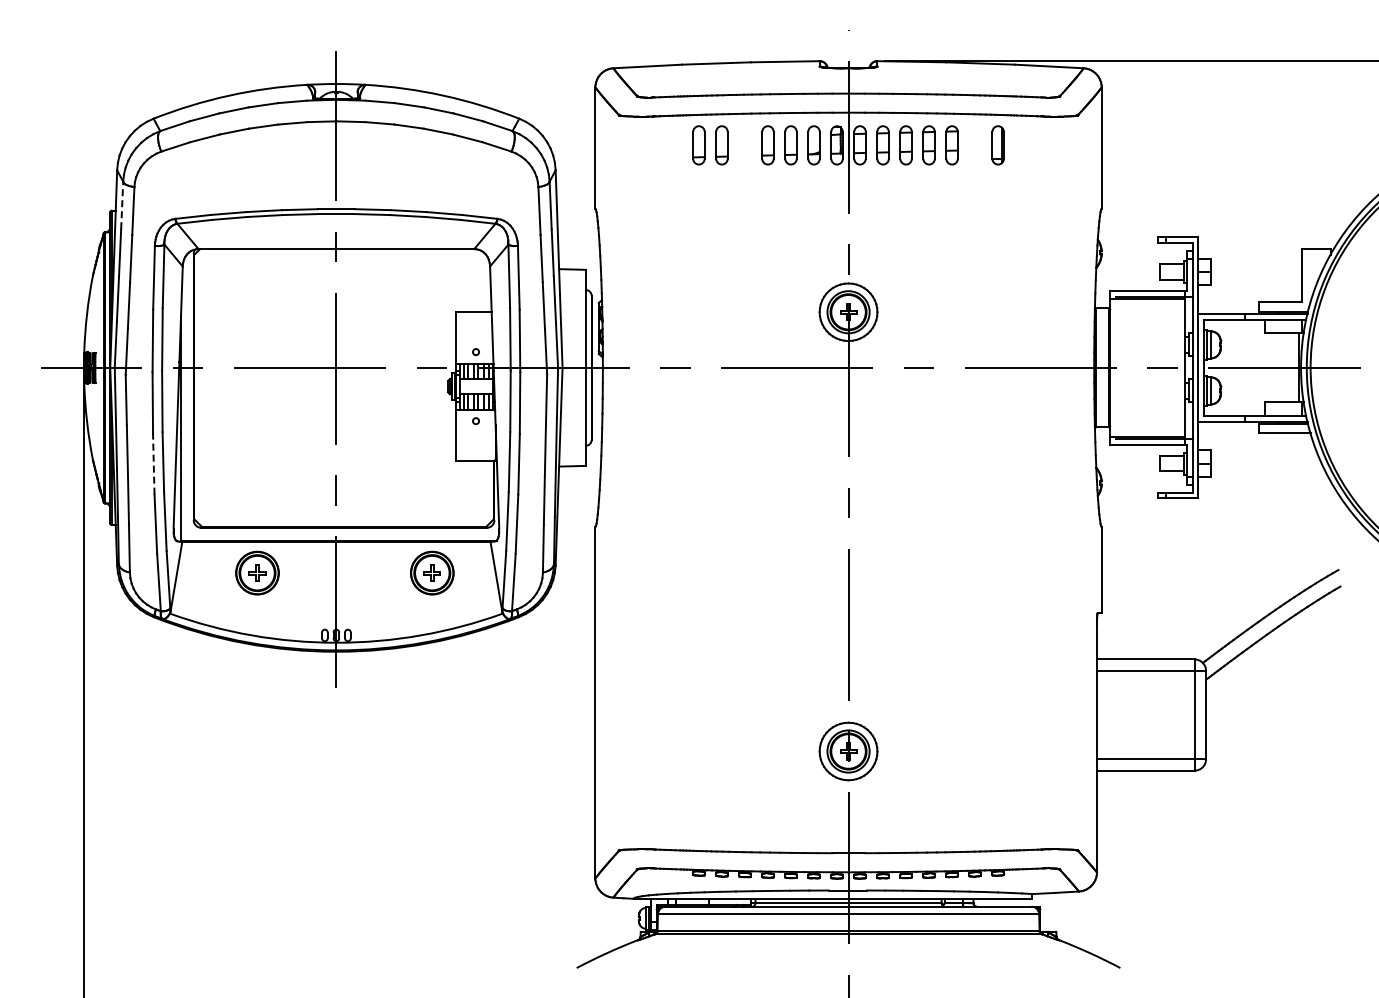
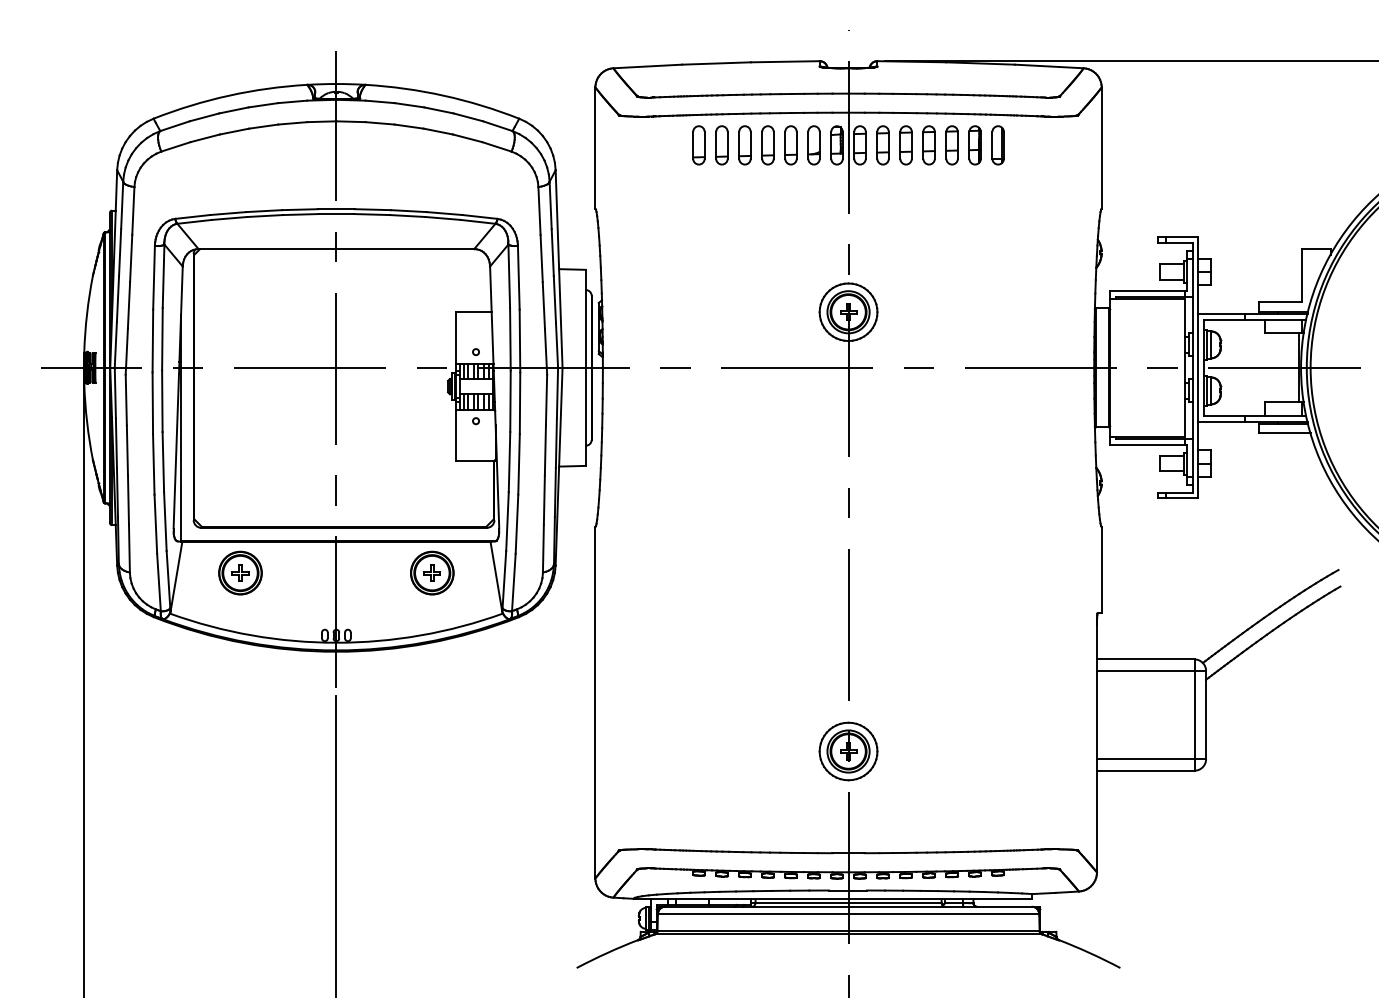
part at (744, 145): none -> present
part at (974, 145): none -> present
line at (122, 205): dashed -> solid
line at (153, 463): dashed -> solid
part at (257, 572) position: (257, 572) -> (240, 572)
line at (336, 845): none -> present
